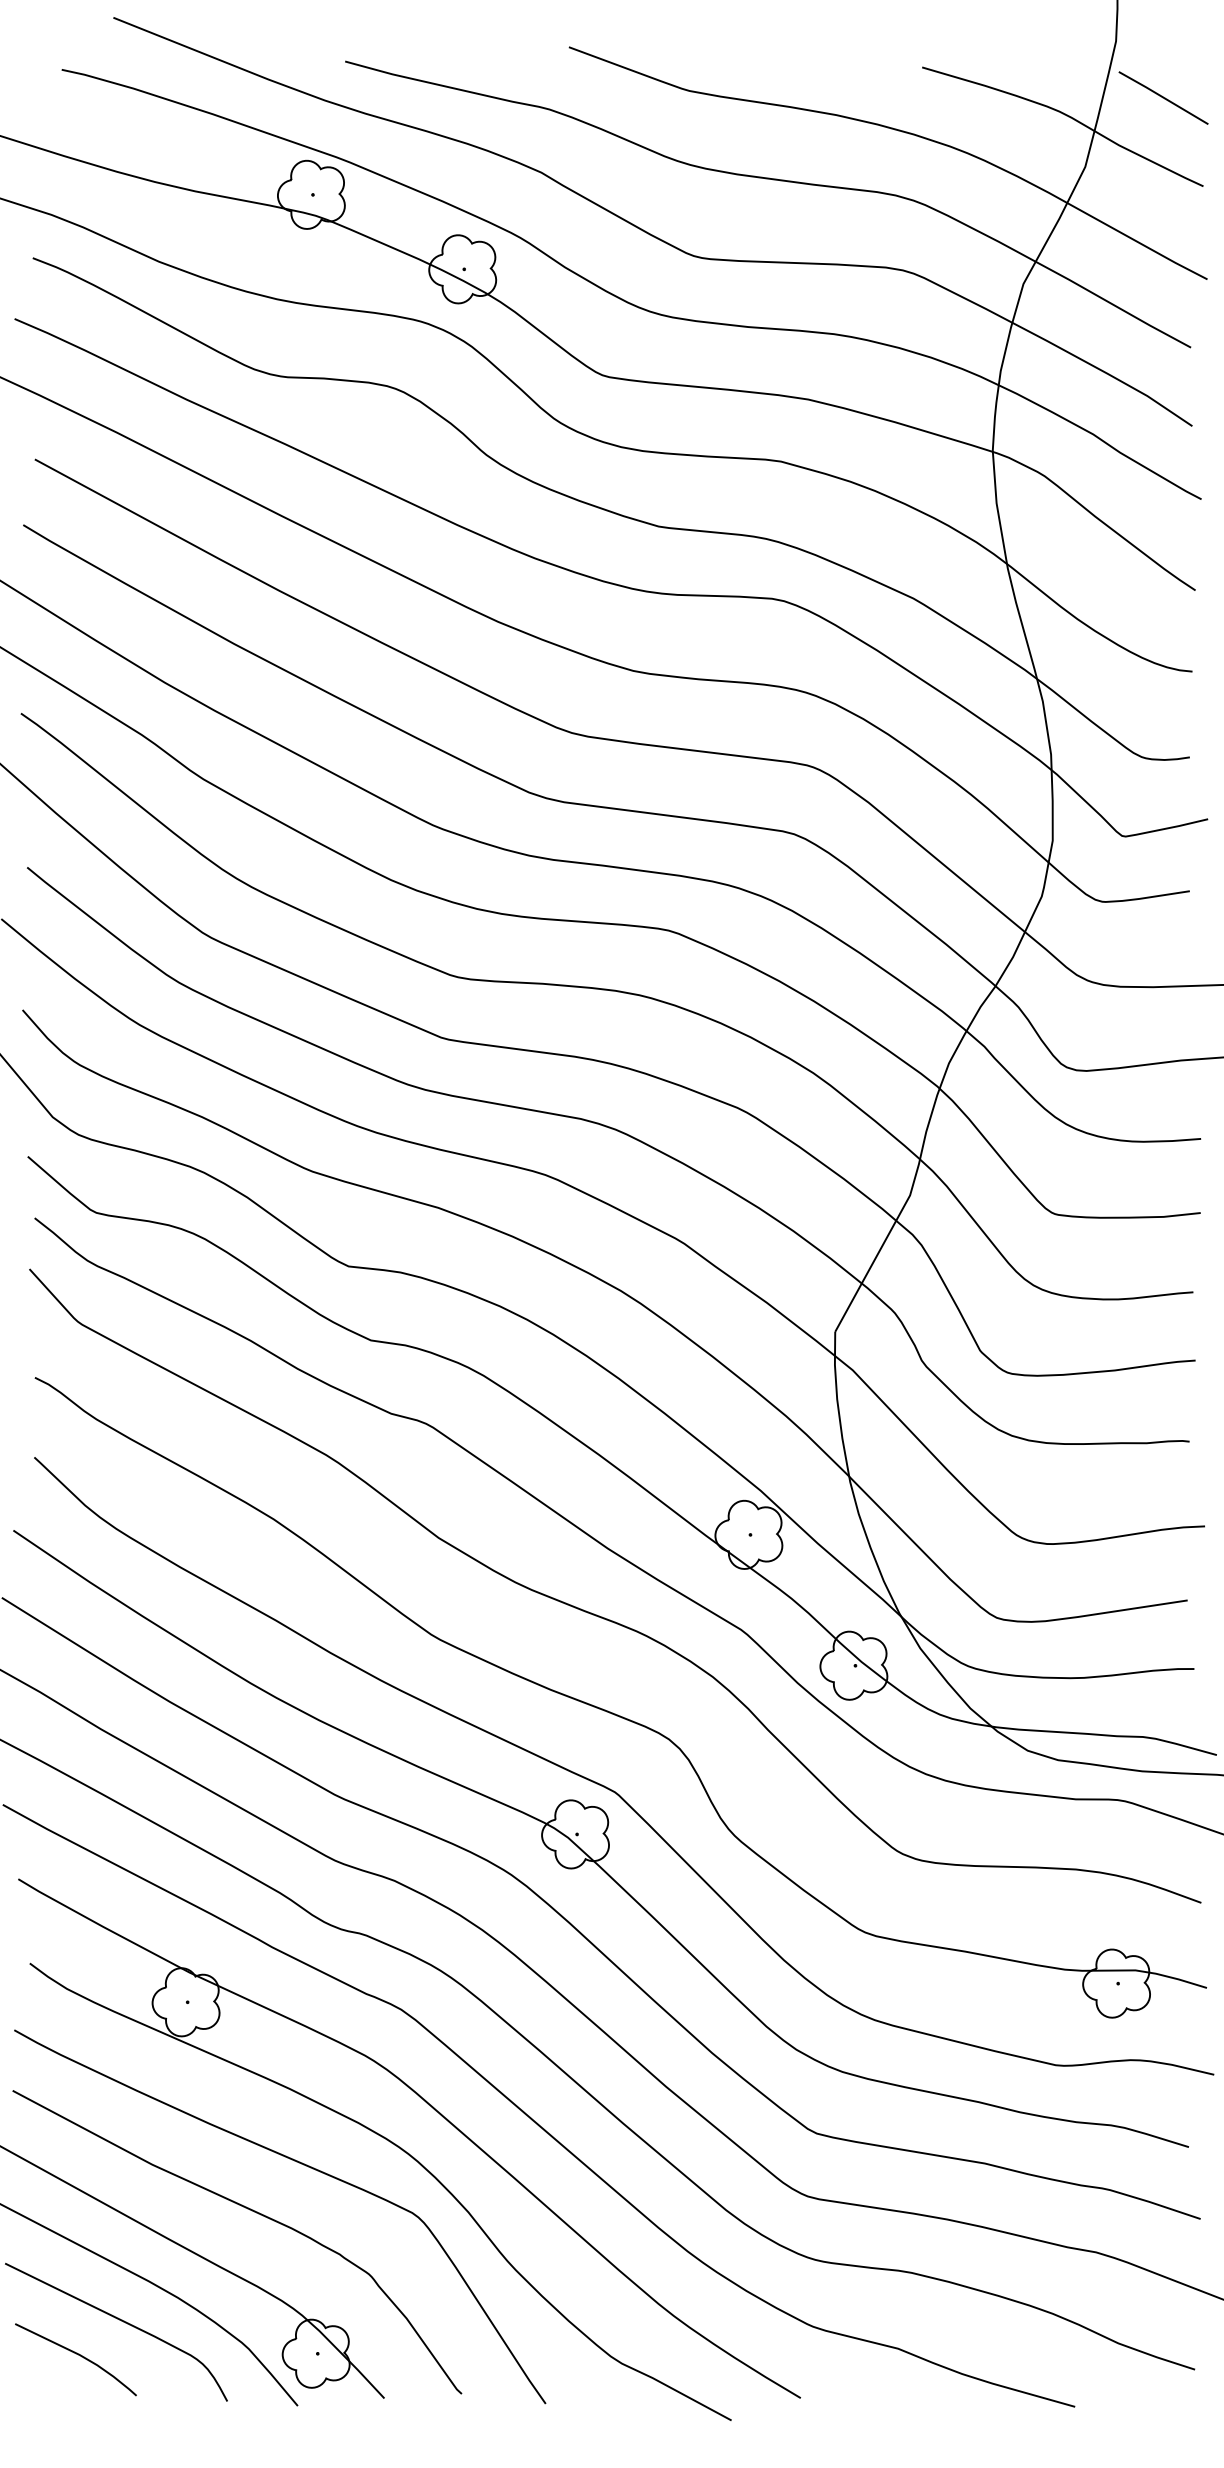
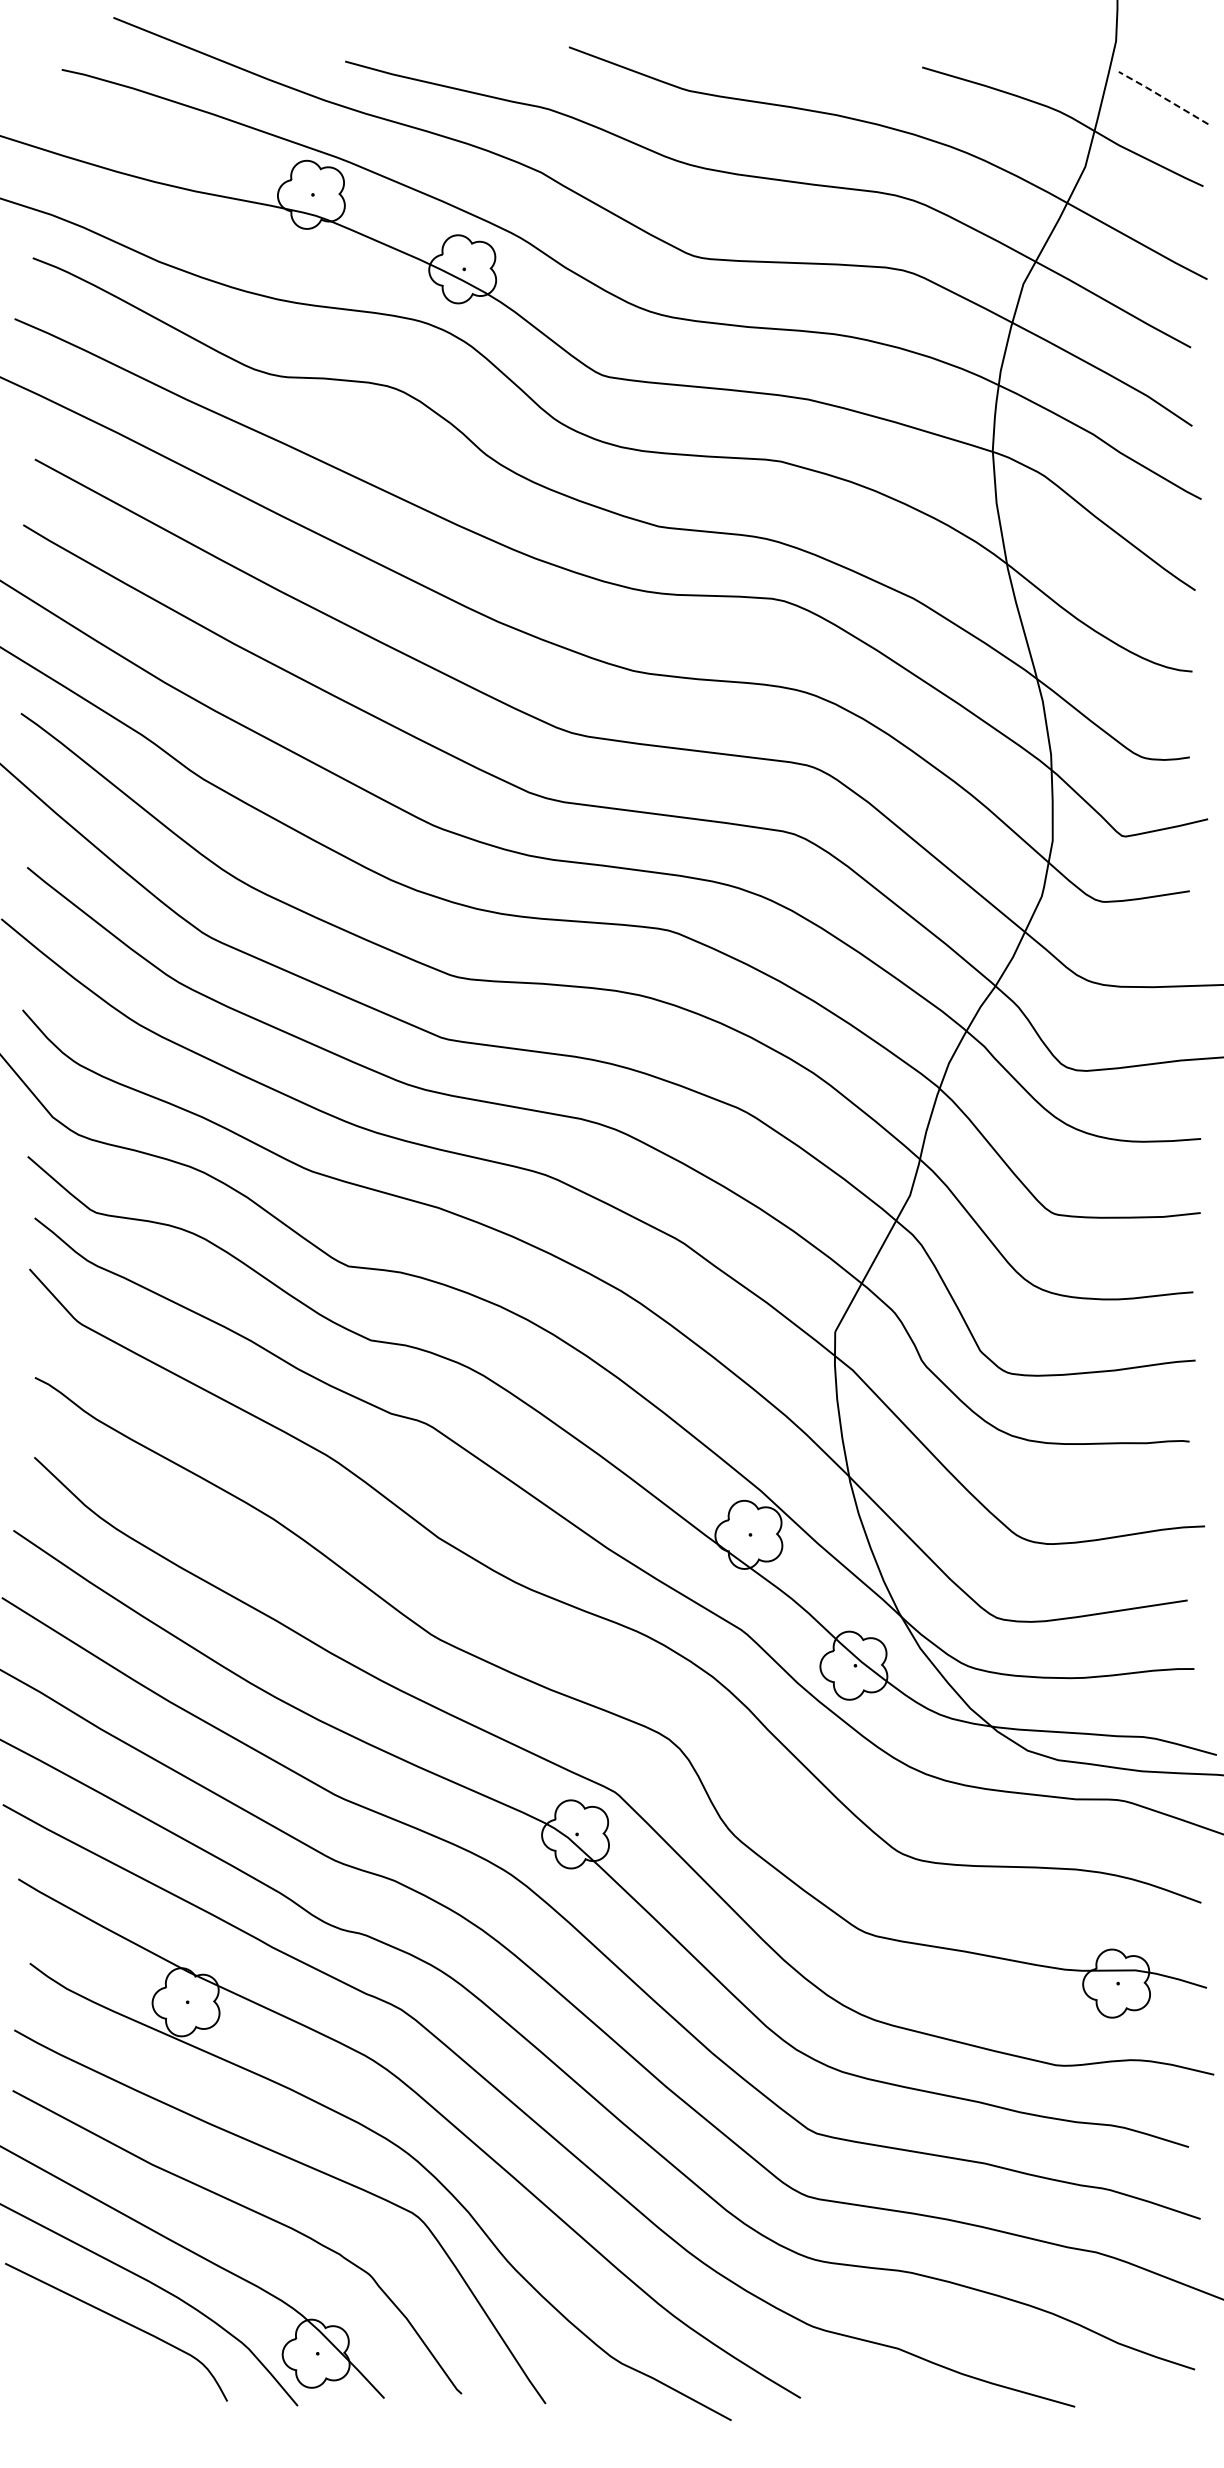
line at (1163, 97): solid -> dashed
curve at (78, 2355): present -> none
